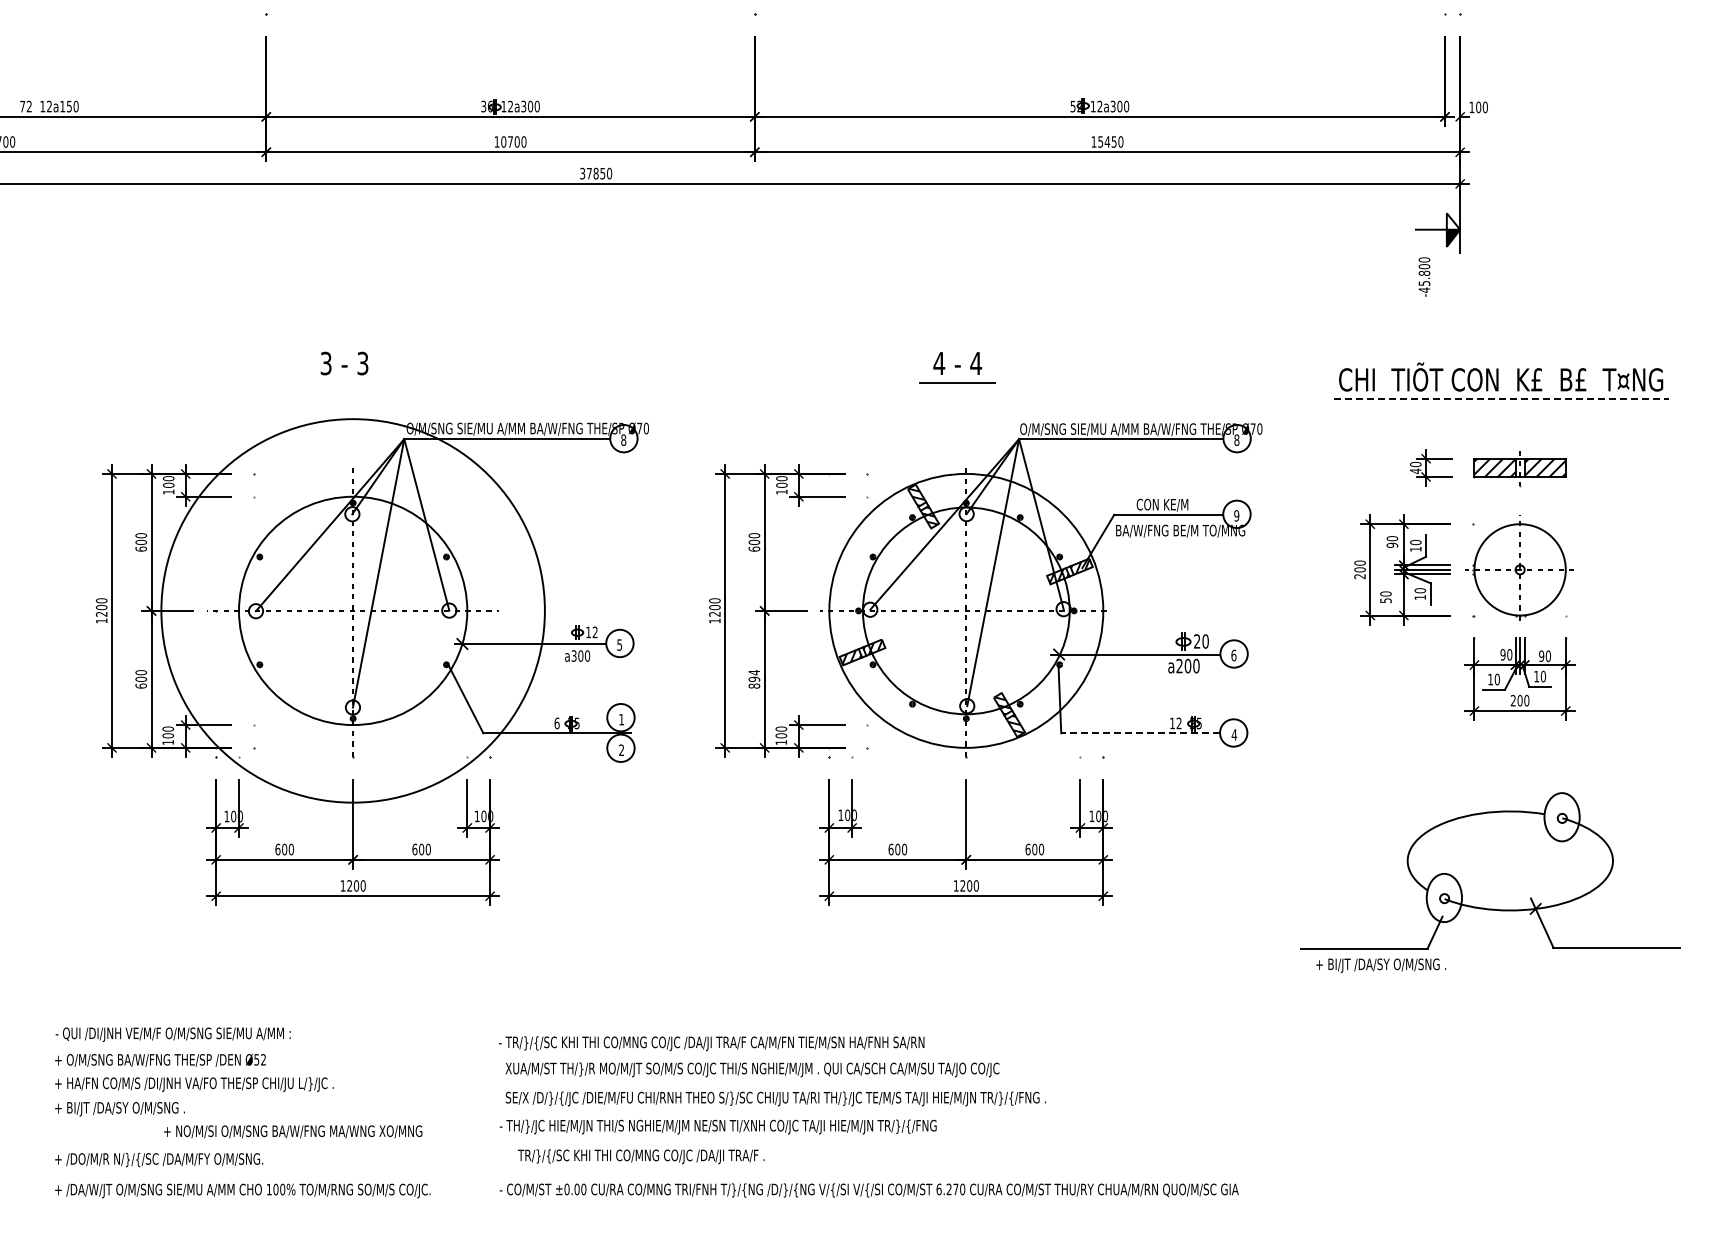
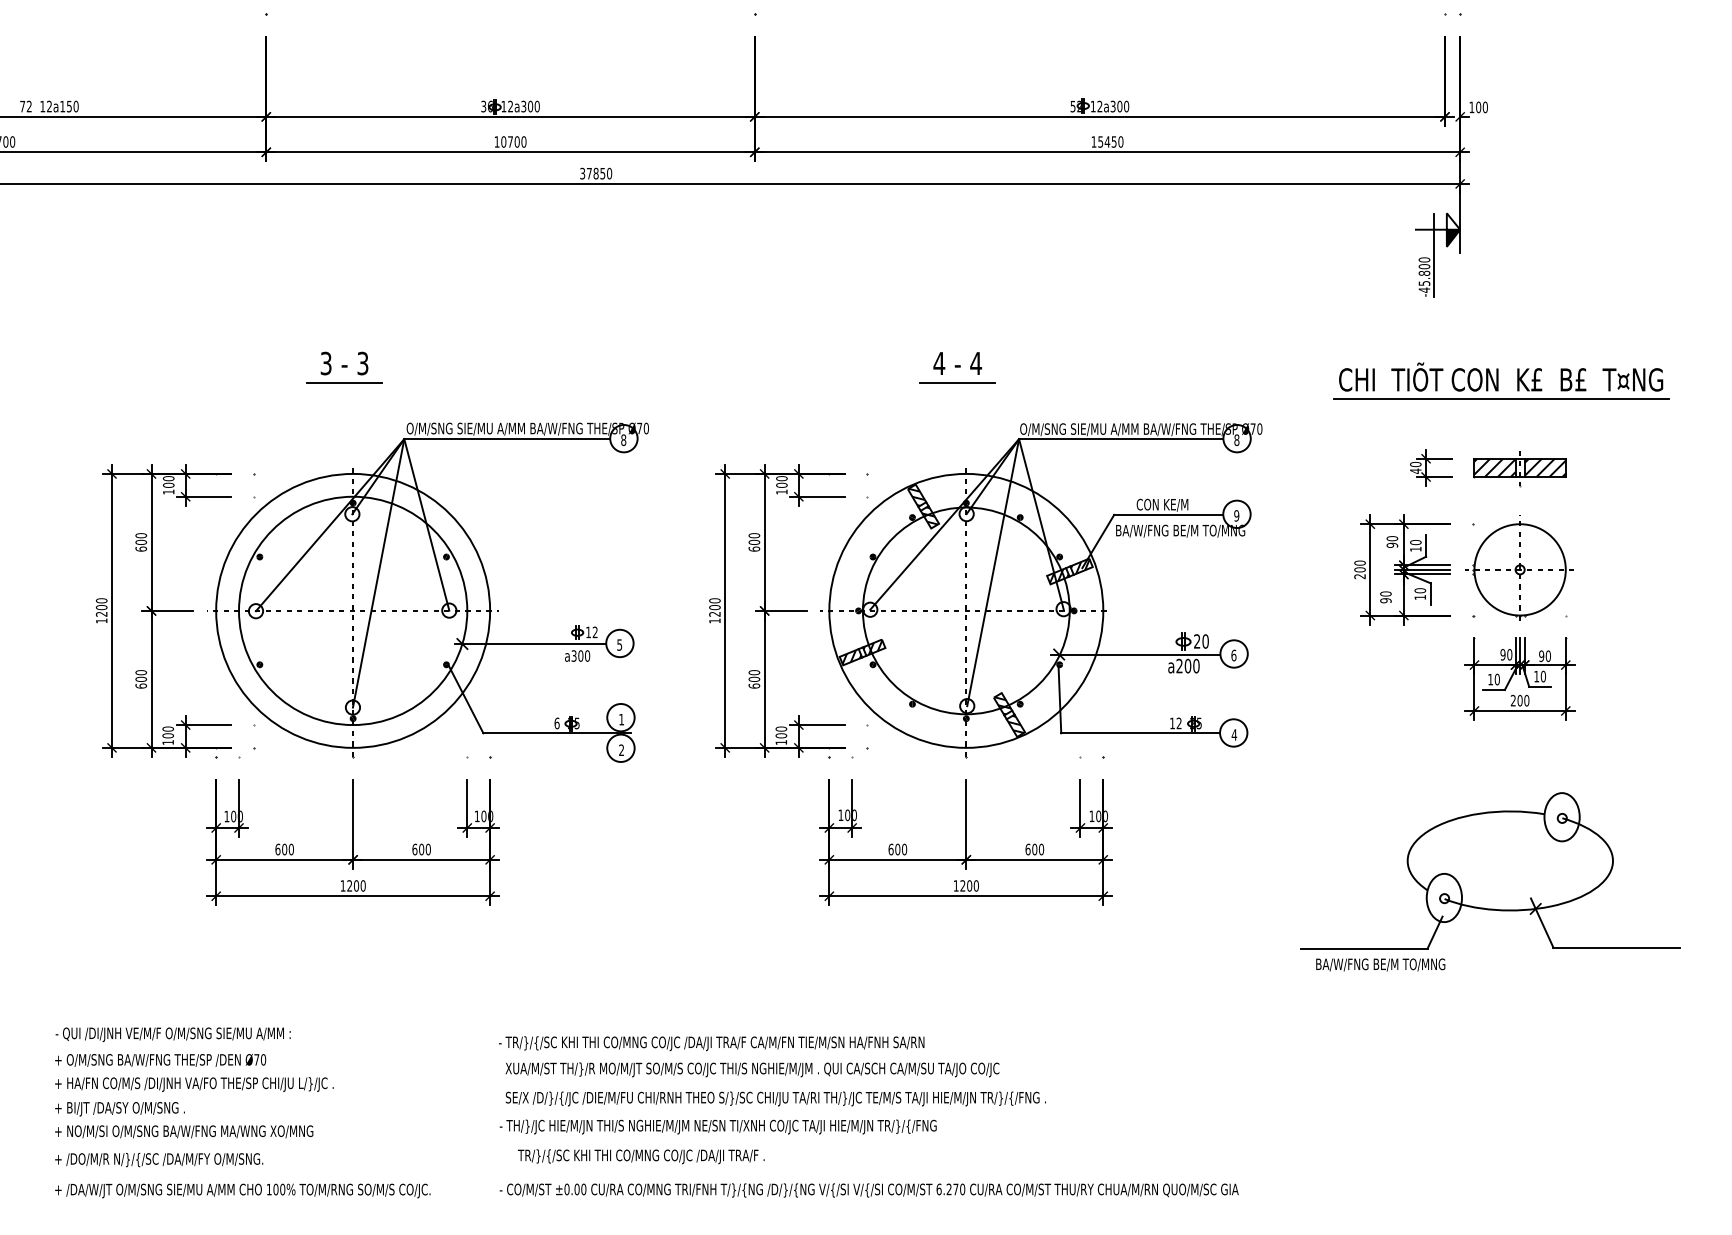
line at (1433, 254): none -> present
line at (344, 382): none -> present
line at (1502, 398): dashed -> solid
text at (1385, 600): 50 -> 90
circle at (352, 610) diameter: 384 px -> 274 px
text at (754, 679): 894 -> 600
line at (1140, 733): dashed -> solid
text at (1381, 965): + BI/JT /DA/SY O/M/SNG . -> BA/W/FNG BE/M TO/MNG
text at (260, 1059): Ø52 -> Ø70
text at (293, 1131) position: (293, 1131) -> (184, 1131)
